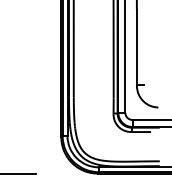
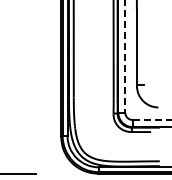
line at (125, 56): solid -> dashed
line at (152, 119): solid -> dashed
